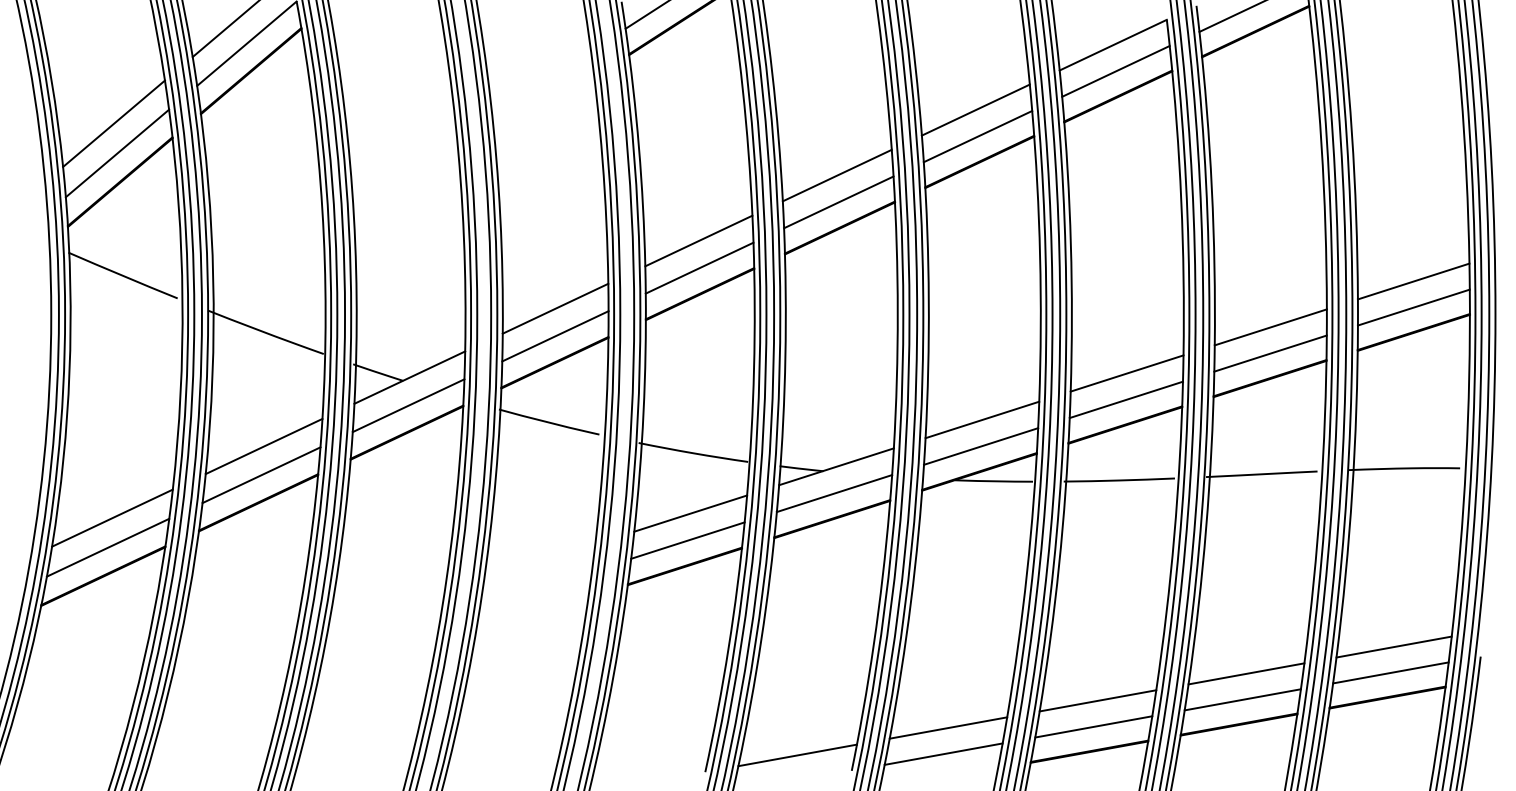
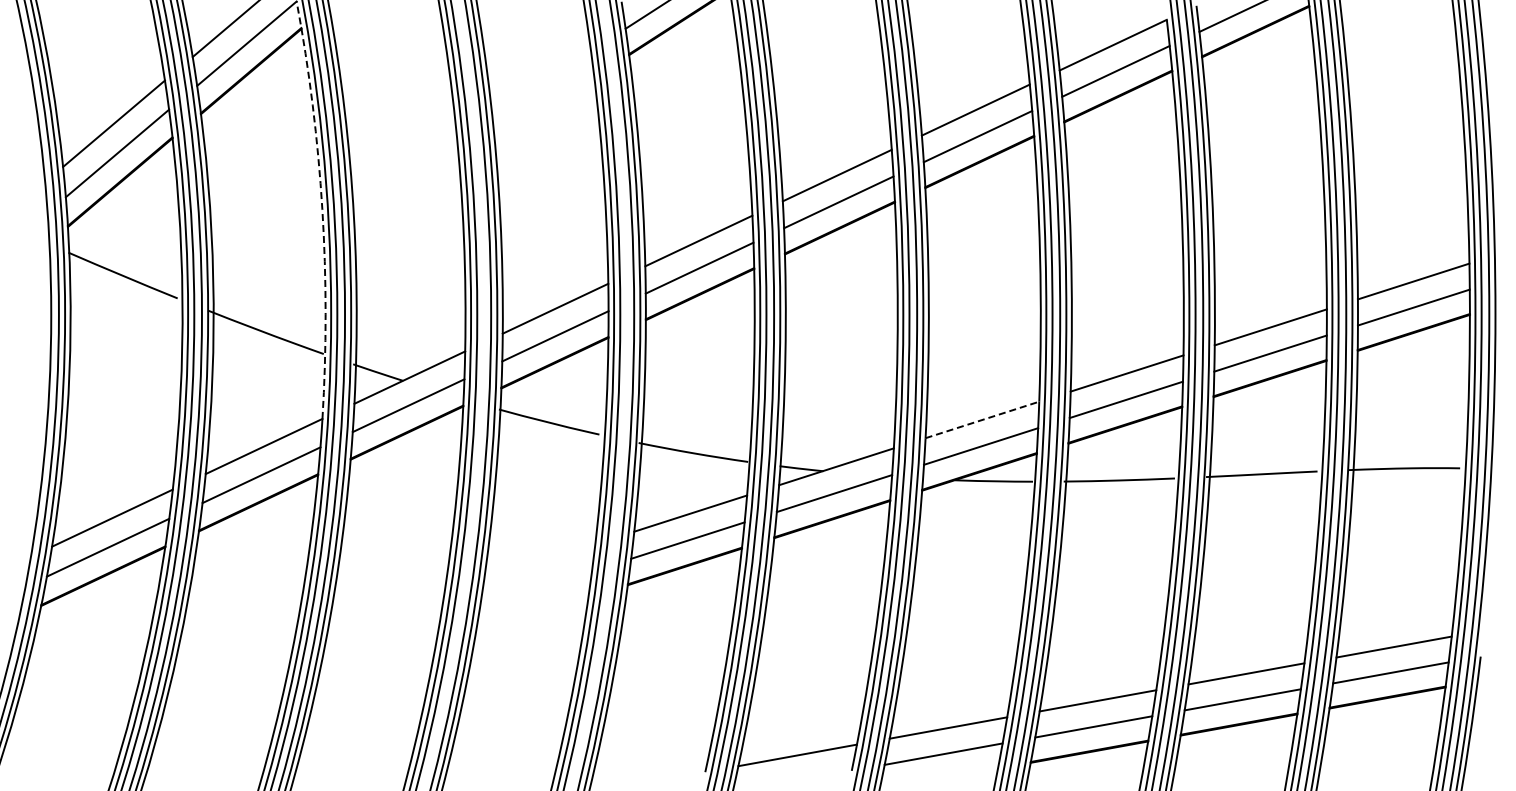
arc at (322, 209): solid -> dashed
line at (982, 419): solid -> dashed
